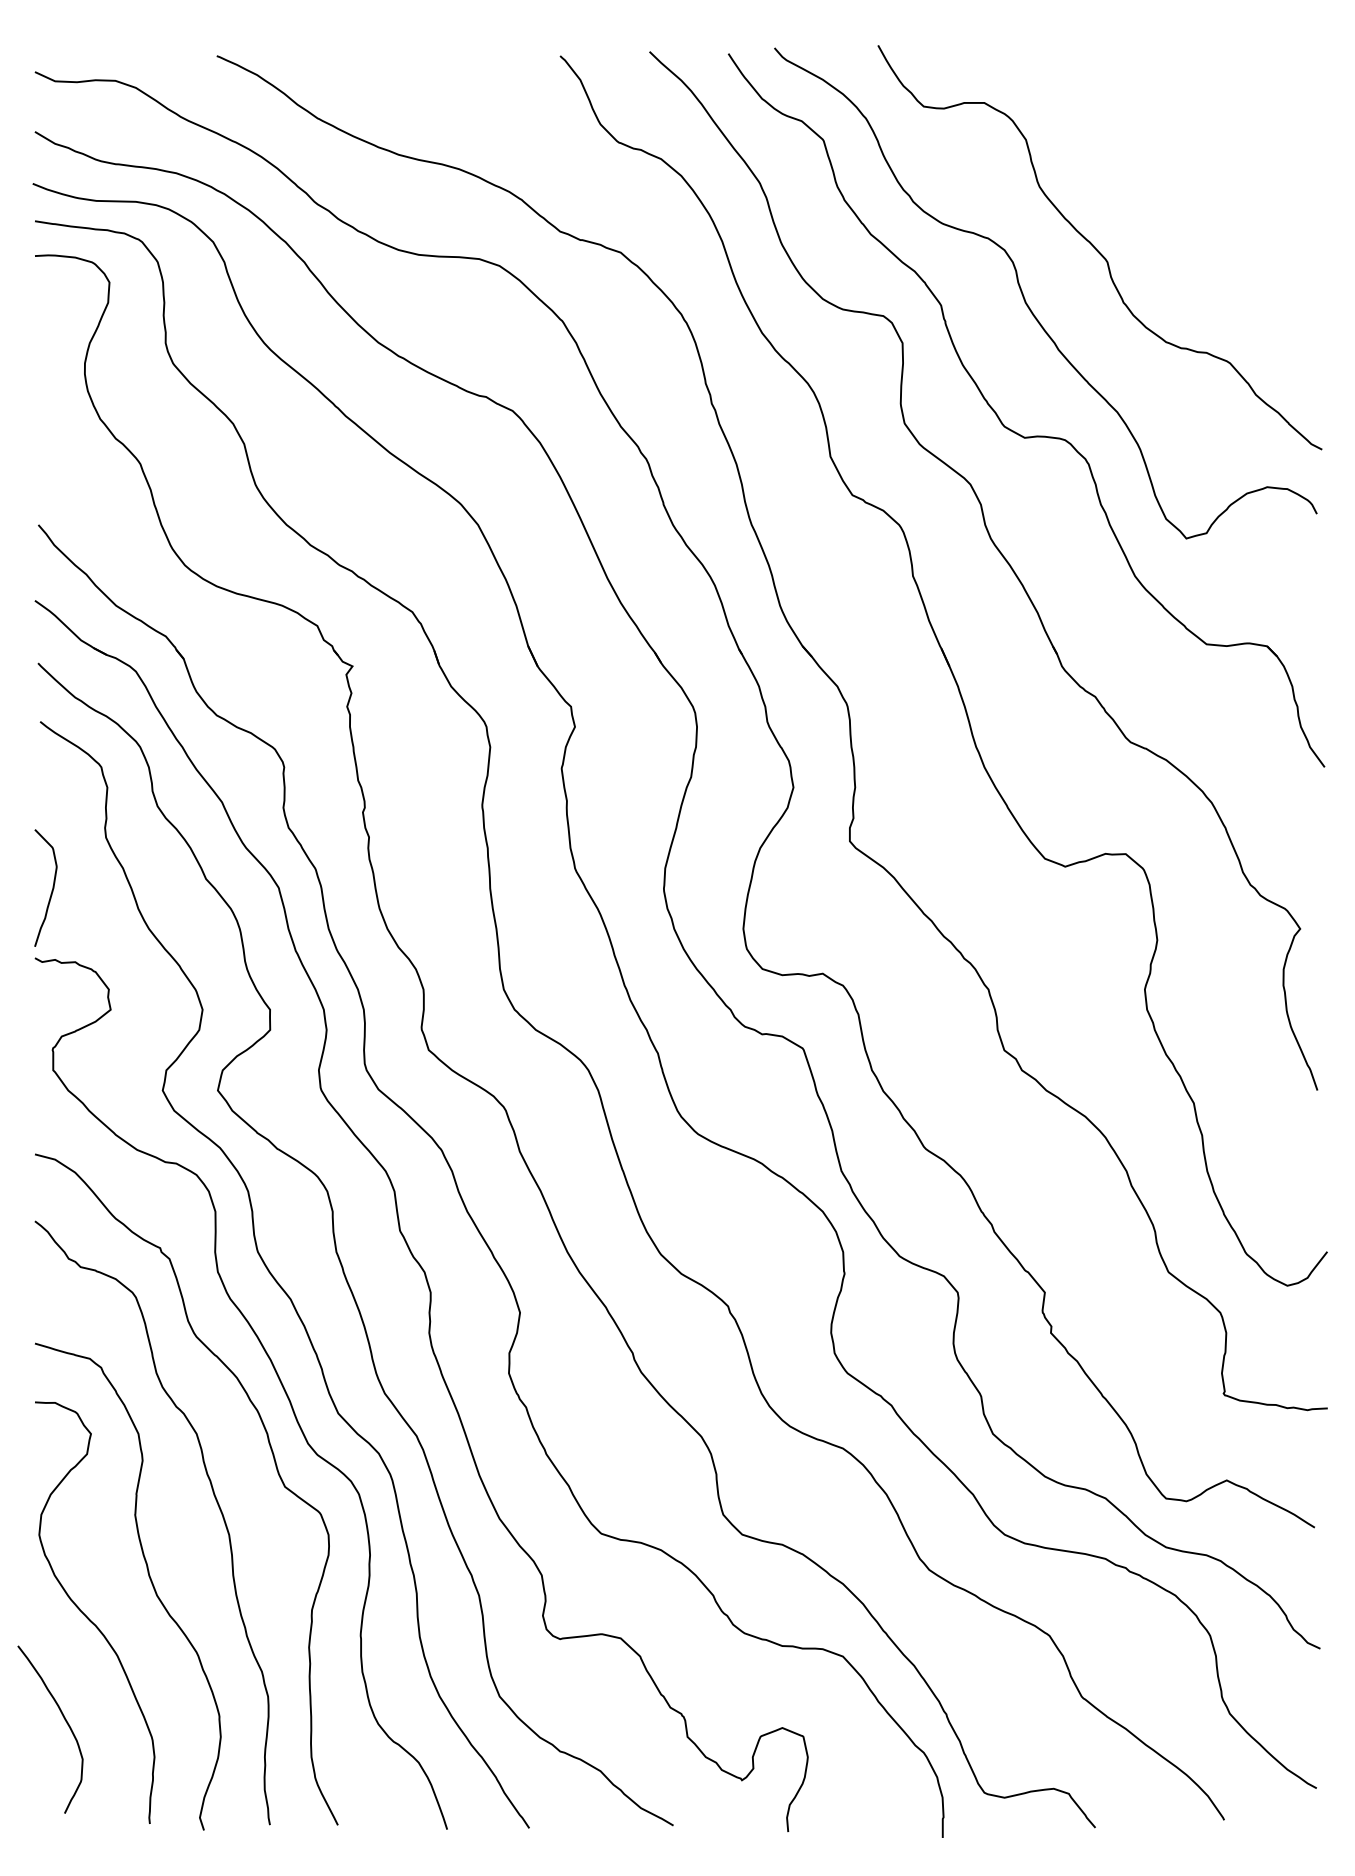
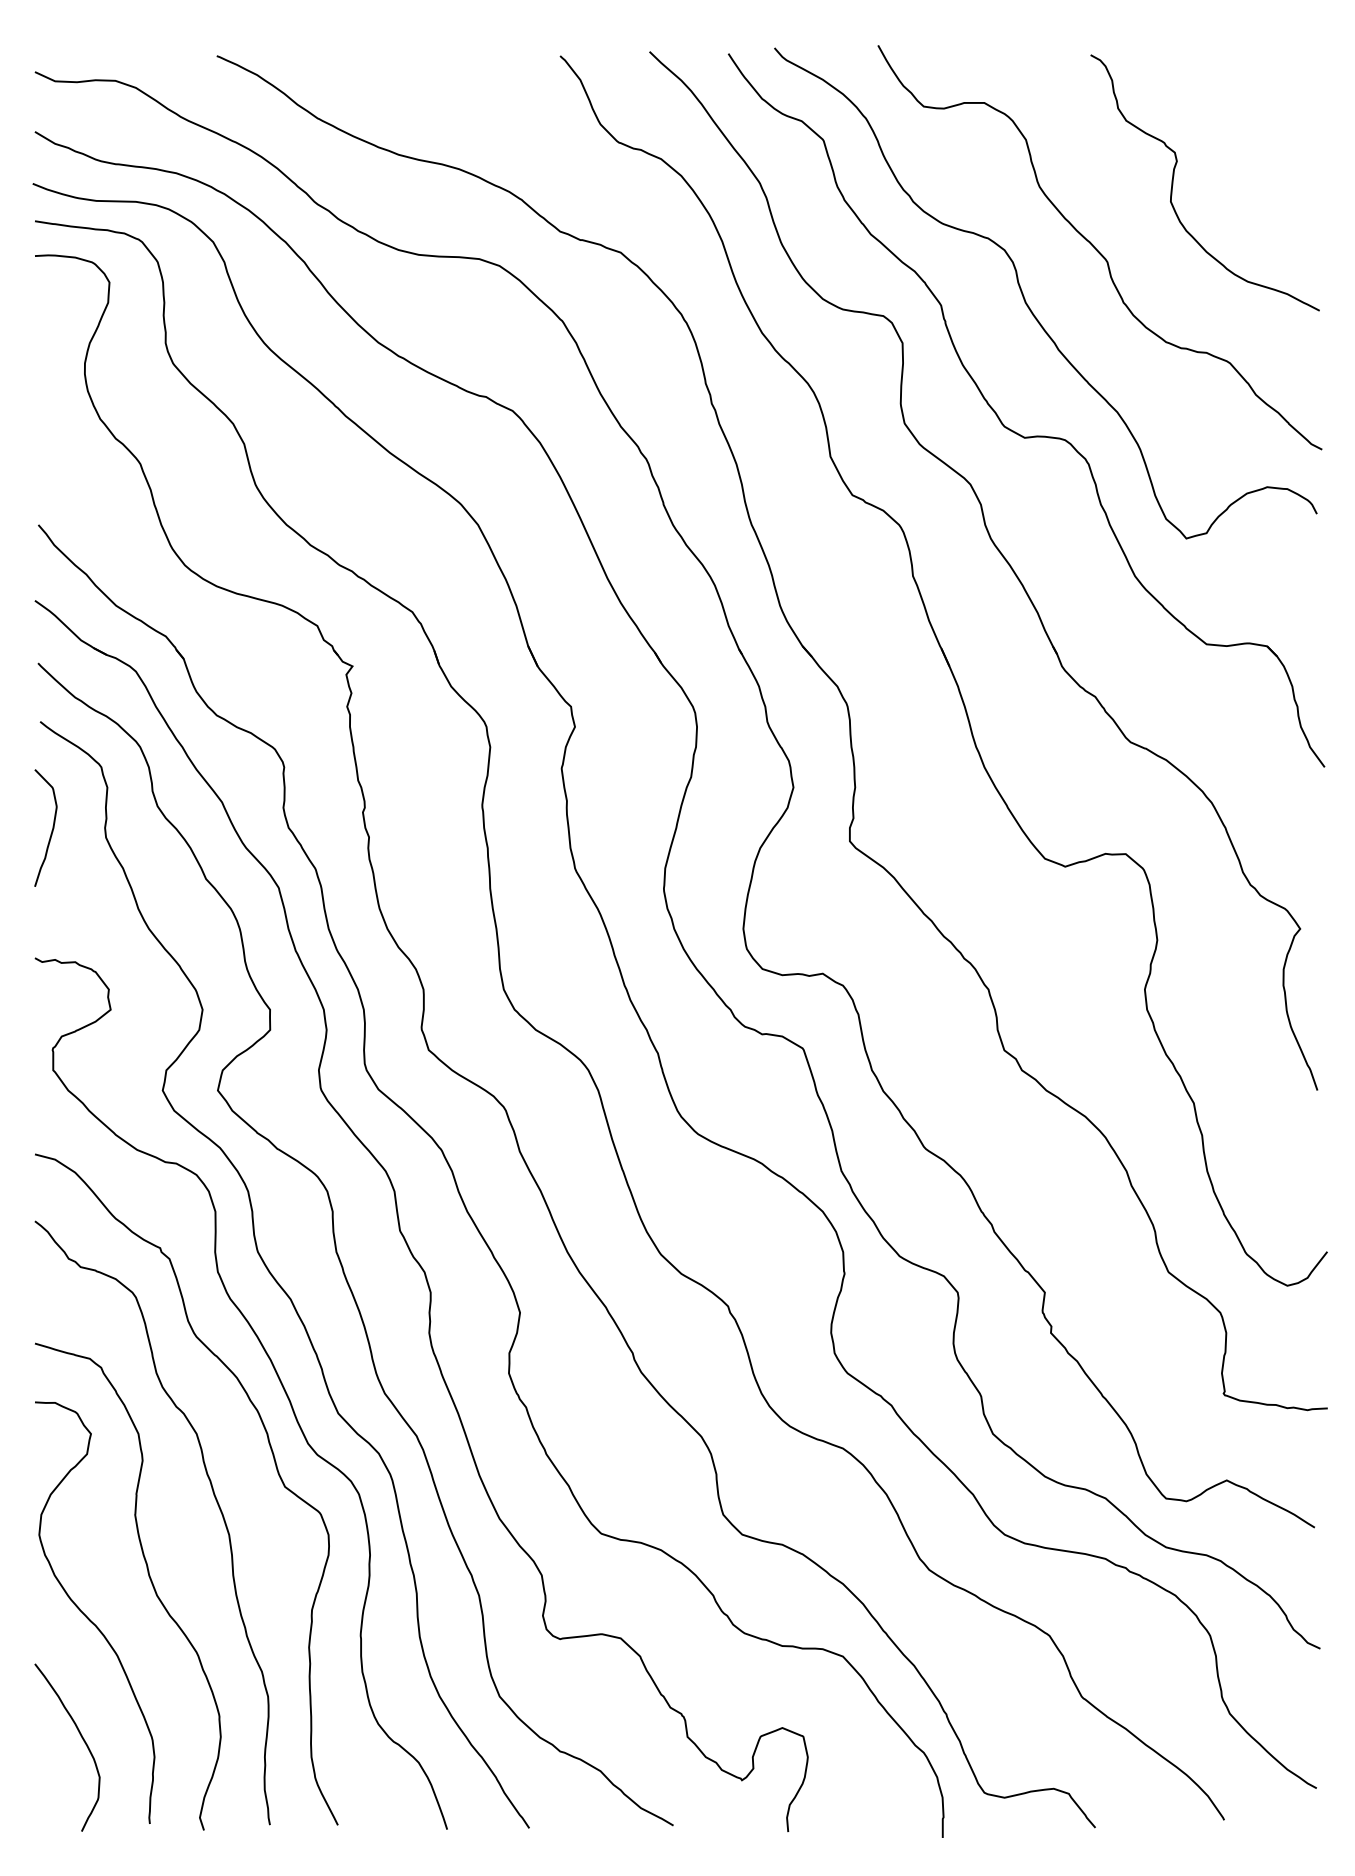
curve at (1174, 176): none -> present
curve at (51, 890) position: (51, 890) -> (51, 830)
curve at (65, 1721) position: (65, 1721) -> (82, 1739)
